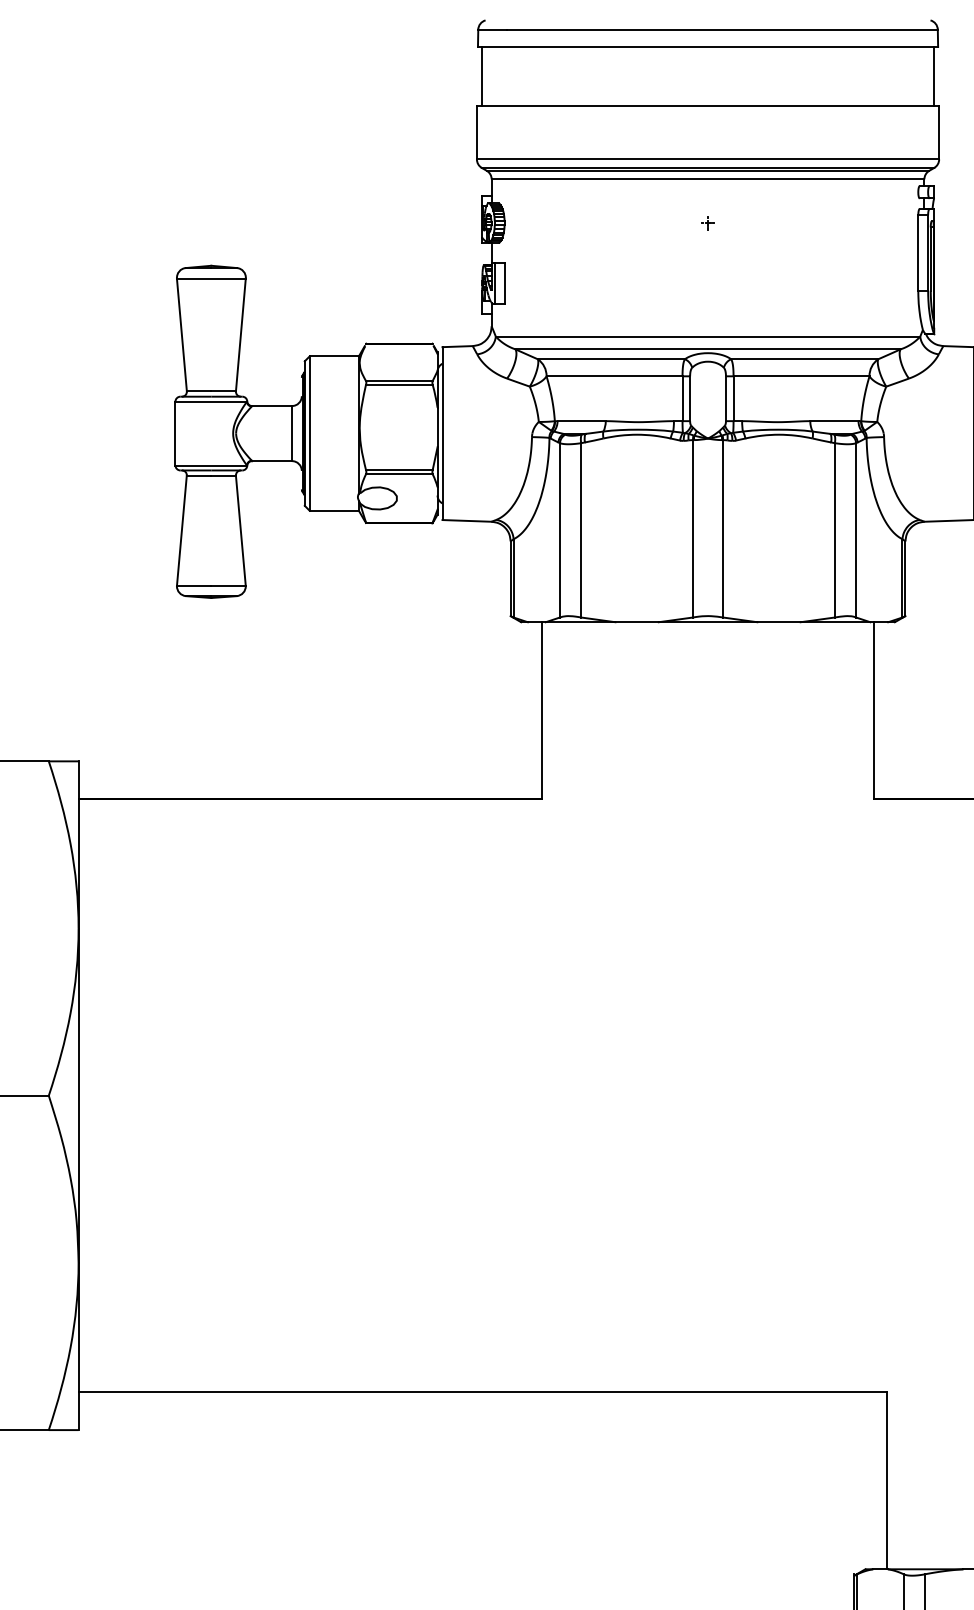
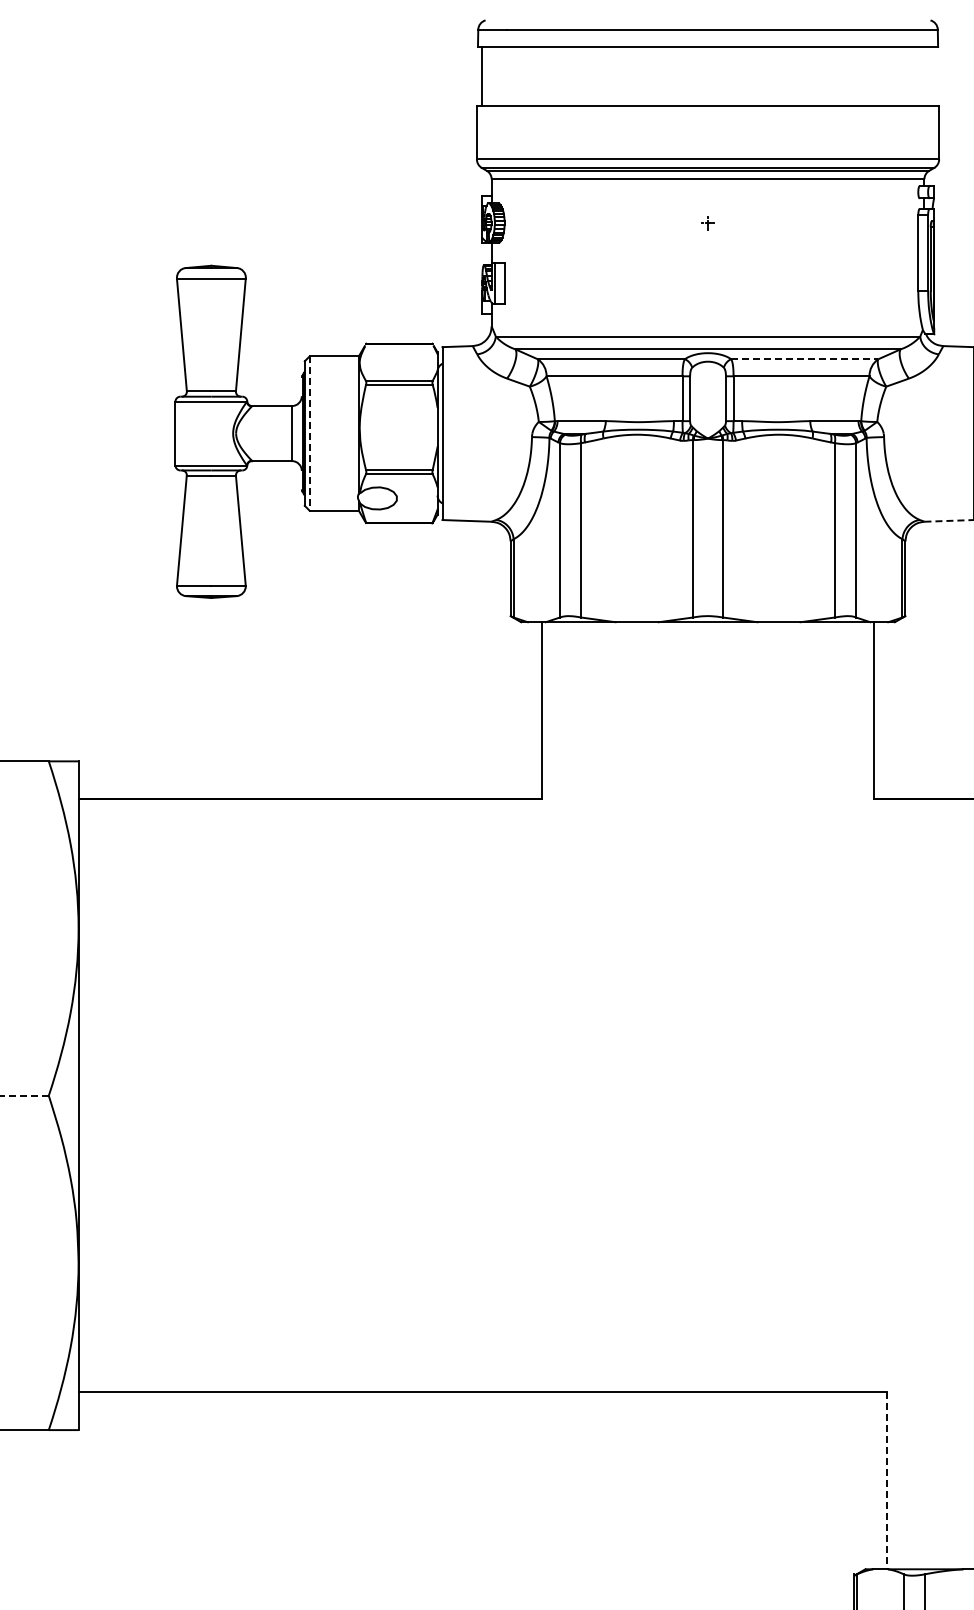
line at (934, 75): present -> none
line at (804, 359): solid -> dashed
line at (309, 434): solid -> dashed
line at (949, 520): solid -> dashed
line at (23, 1095): solid -> dashed
line at (886, 1480): solid -> dashed
